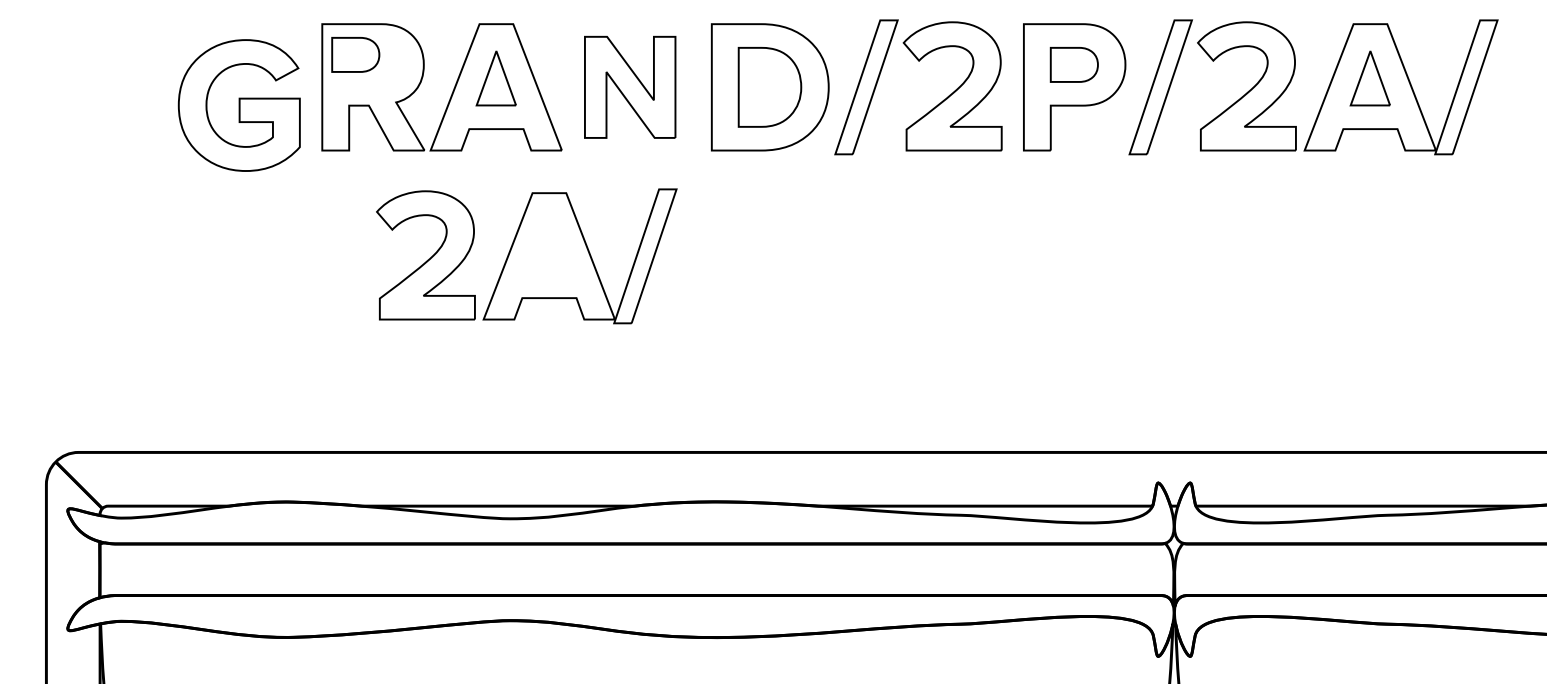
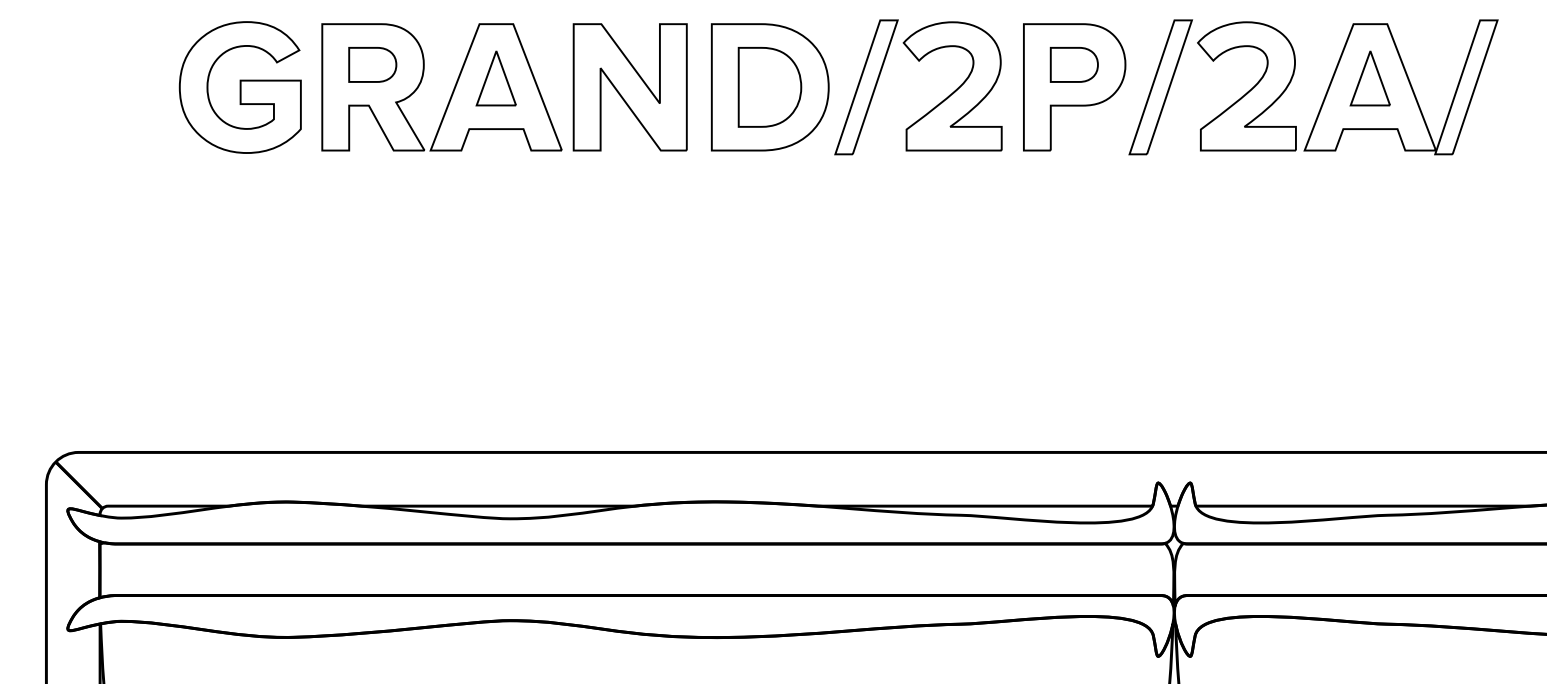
part at (355, 54) position: (355, 54) -> (372, 64)
part at (630, 86) size: 93x104 px -> 116x129 px
part at (238, 105) position: (238, 105) -> (239, 87)
part at (526, 256): present -> none
